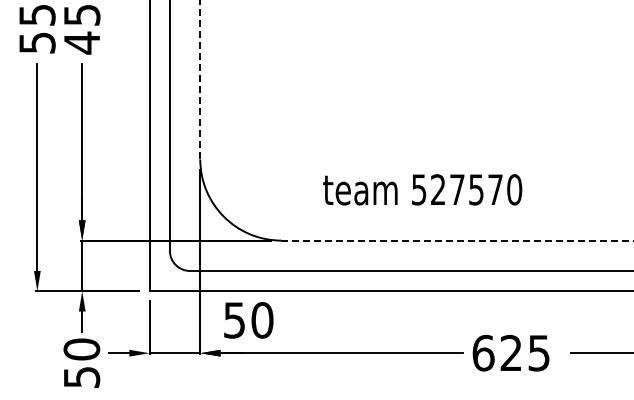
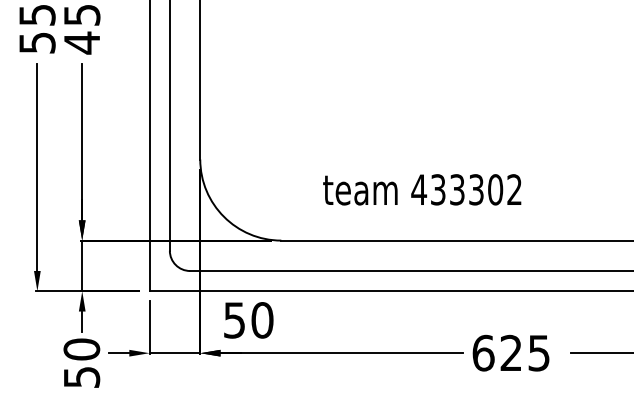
line at (200, 80): dashed -> solid
text at (466, 189): 527570 -> 433302
line at (457, 240): dashed -> solid
